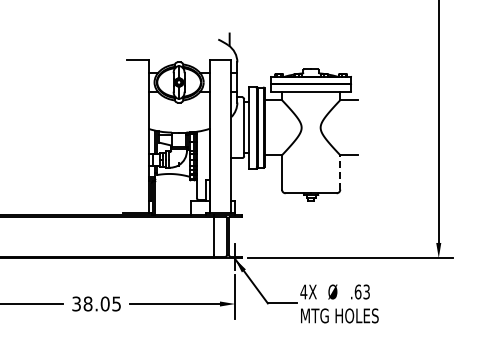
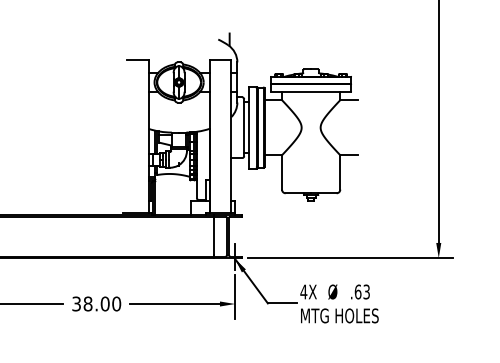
line at (340, 171): dashed -> solid
text at (116, 303): 38.05 -> 38.00
